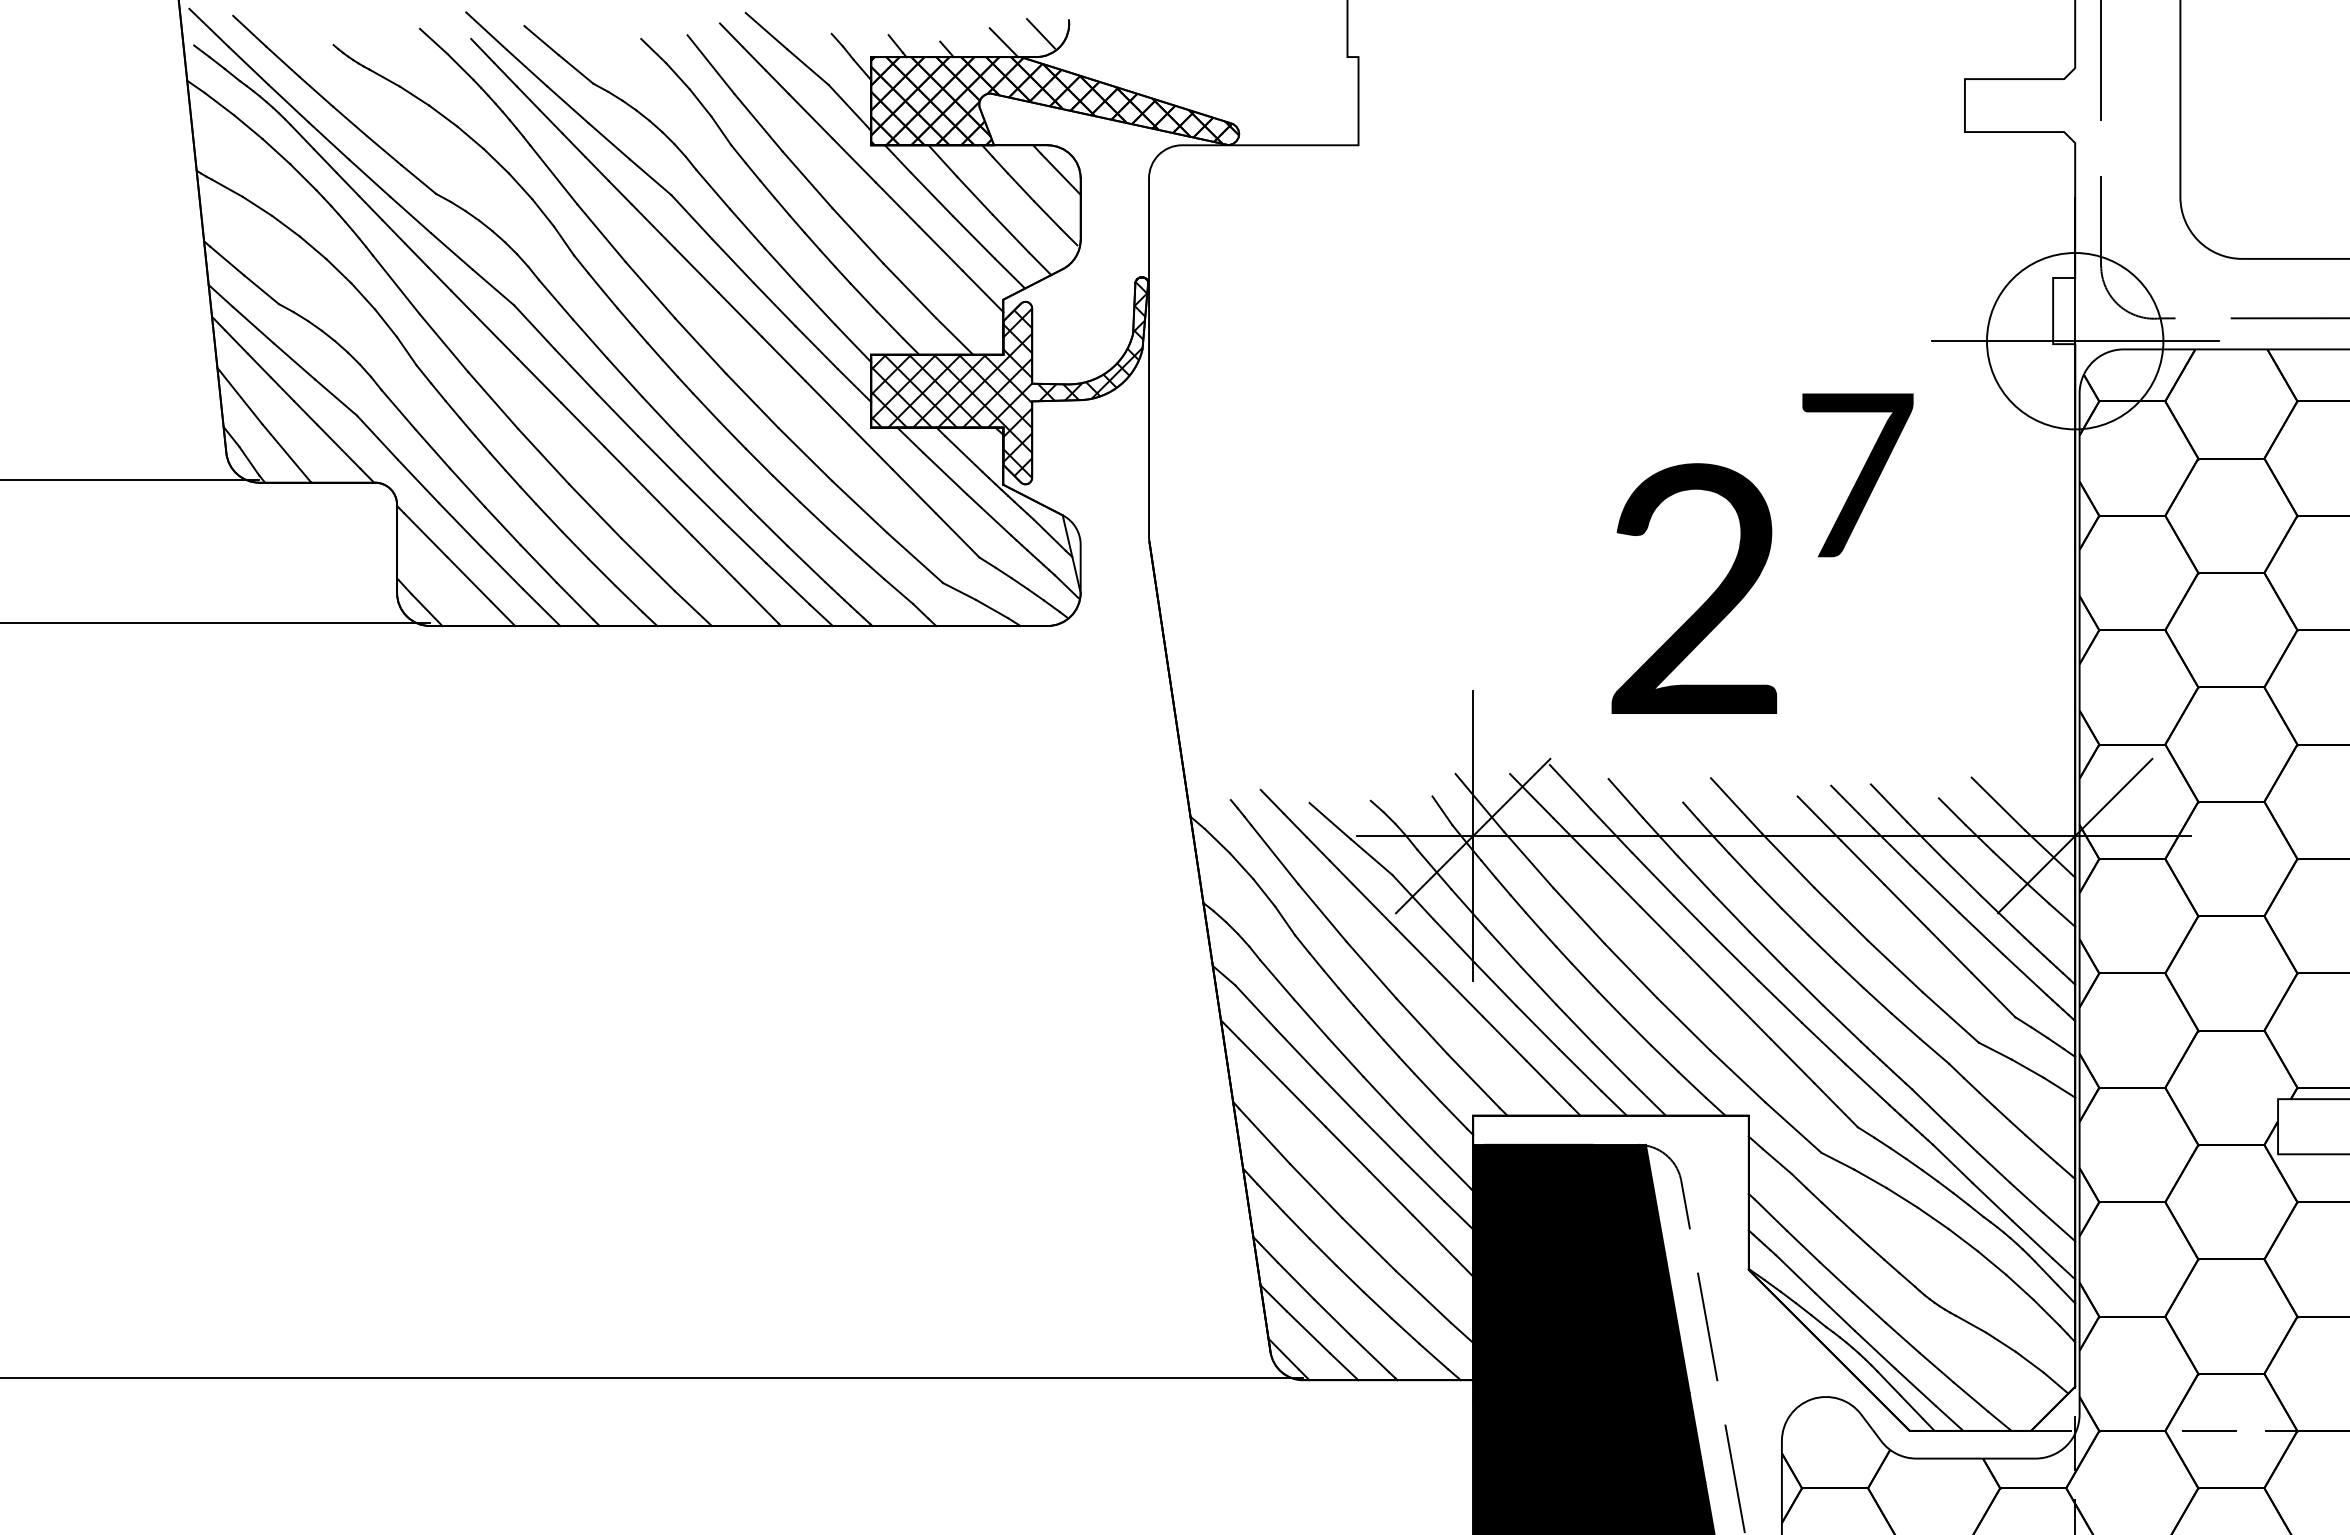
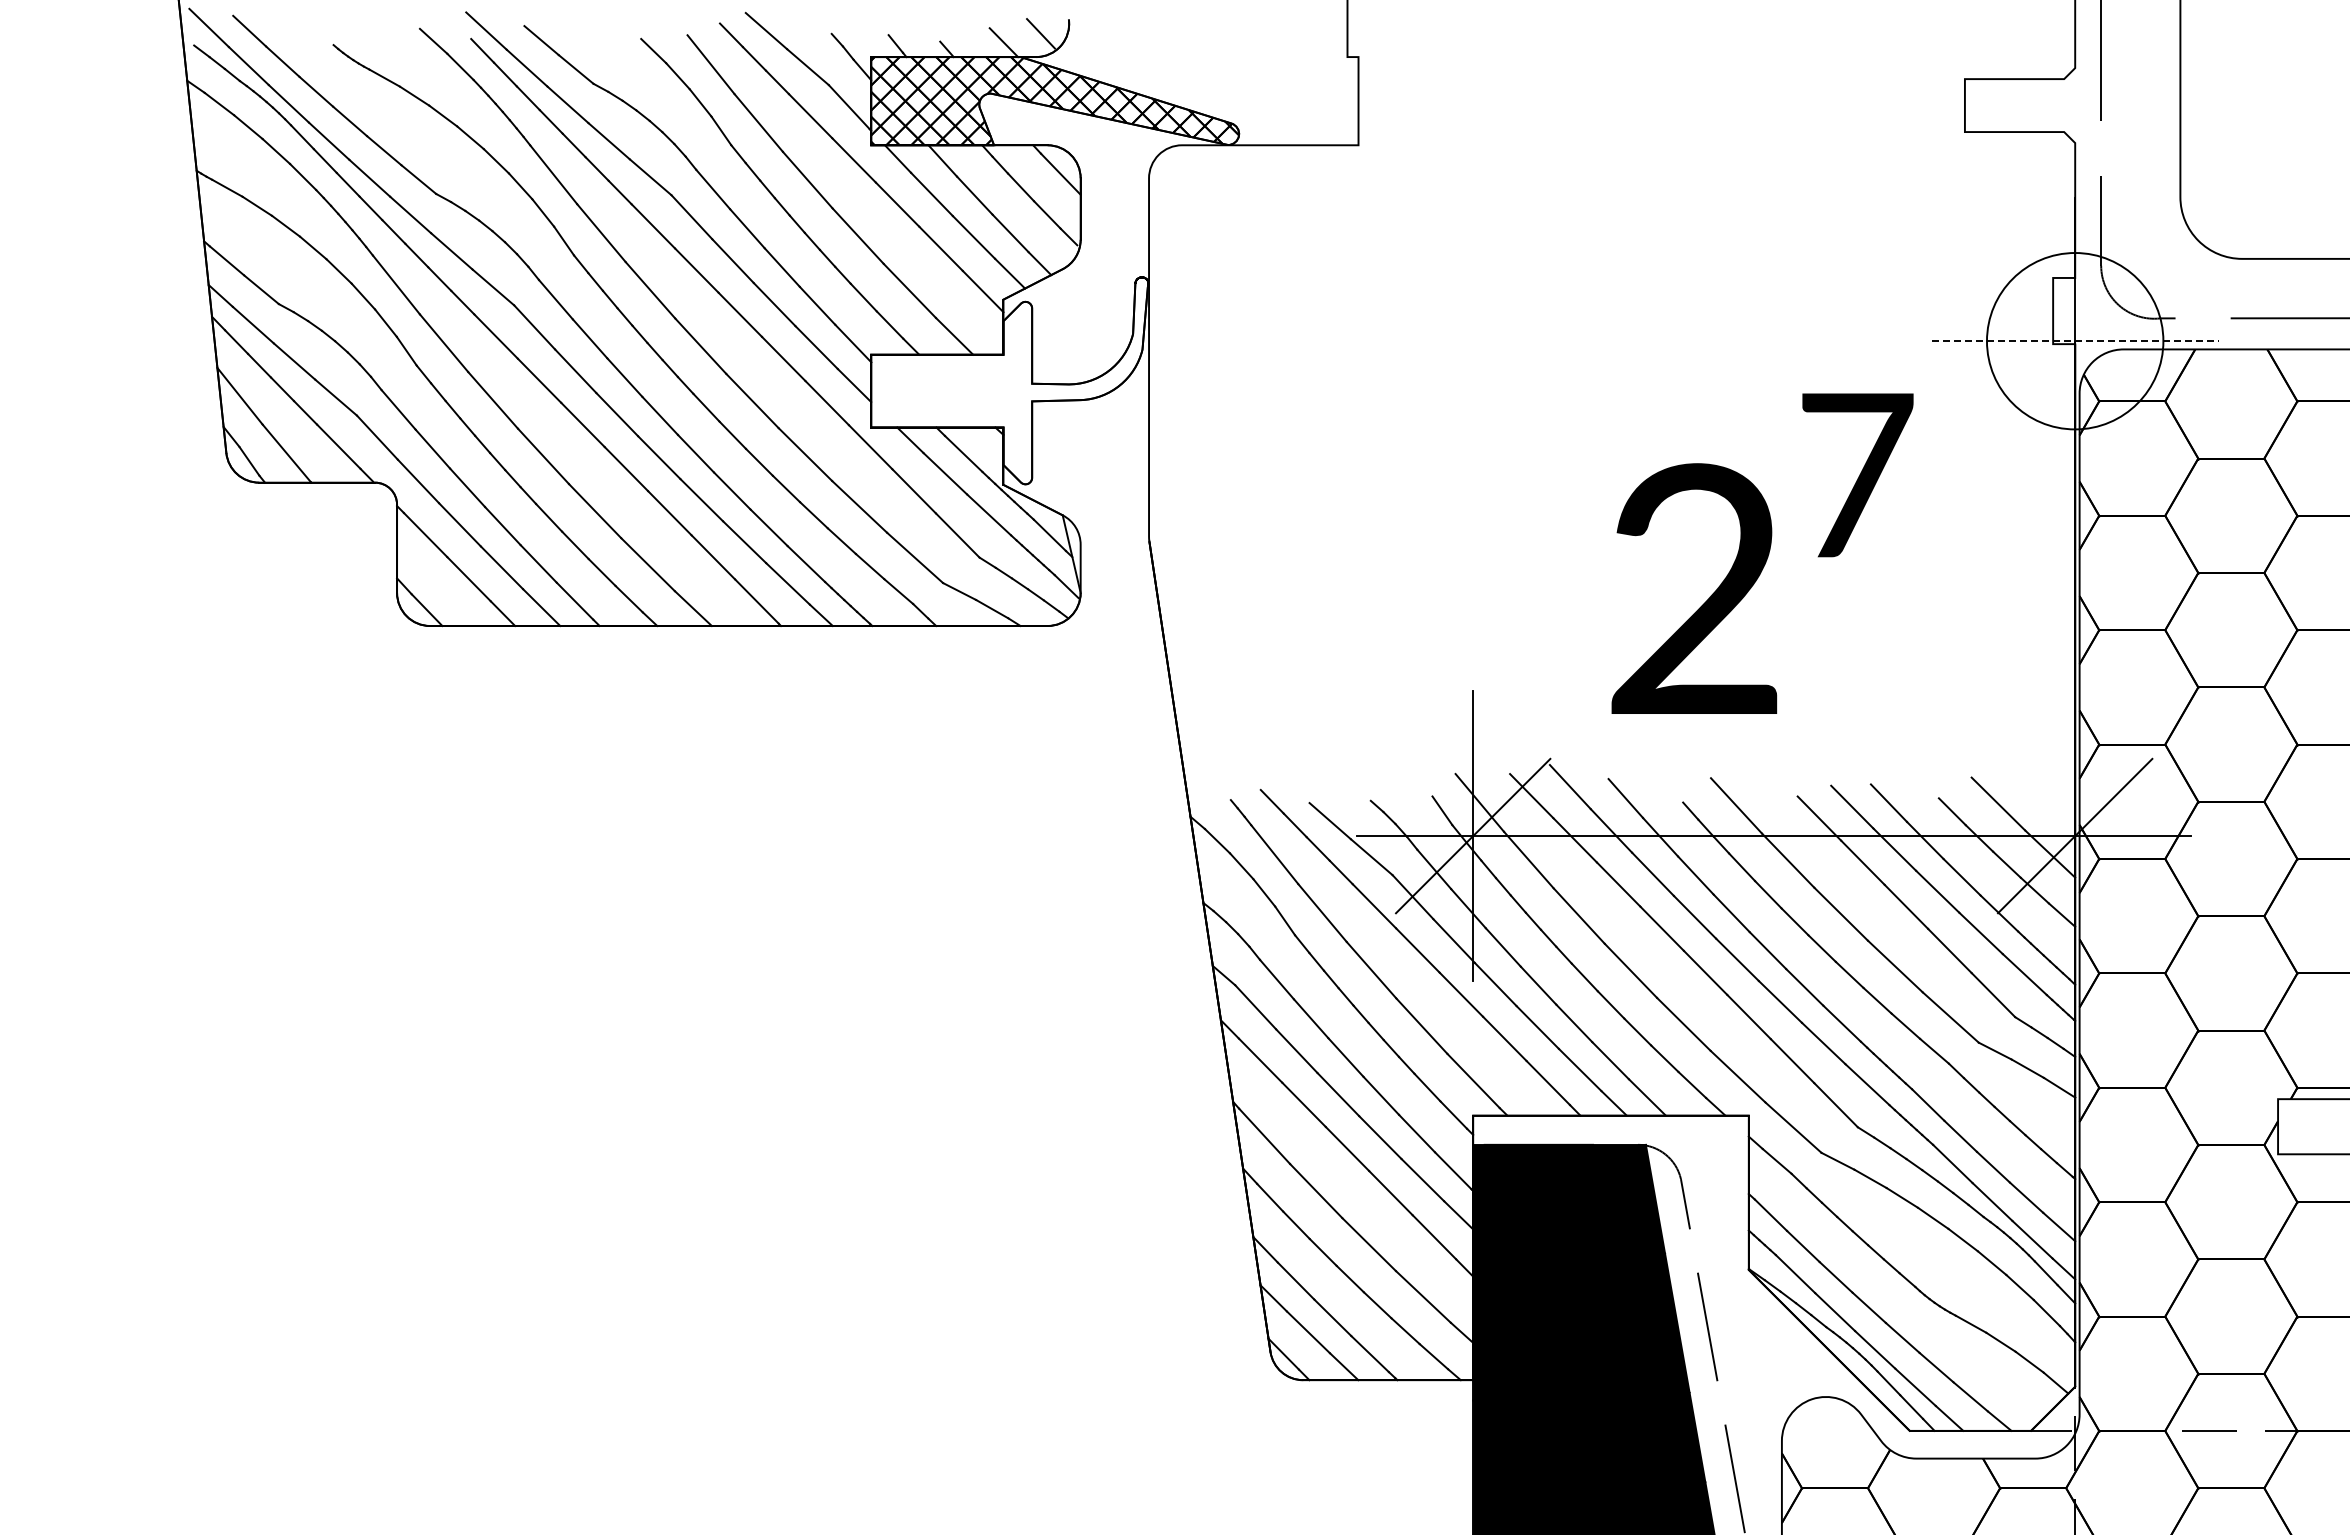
line at (2075, 341): solid -> dashed
hatch at (1009, 379): present -> none
line at (130, 480): present -> none
line at (216, 623): present -> none
line at (652, 1377): present -> none
